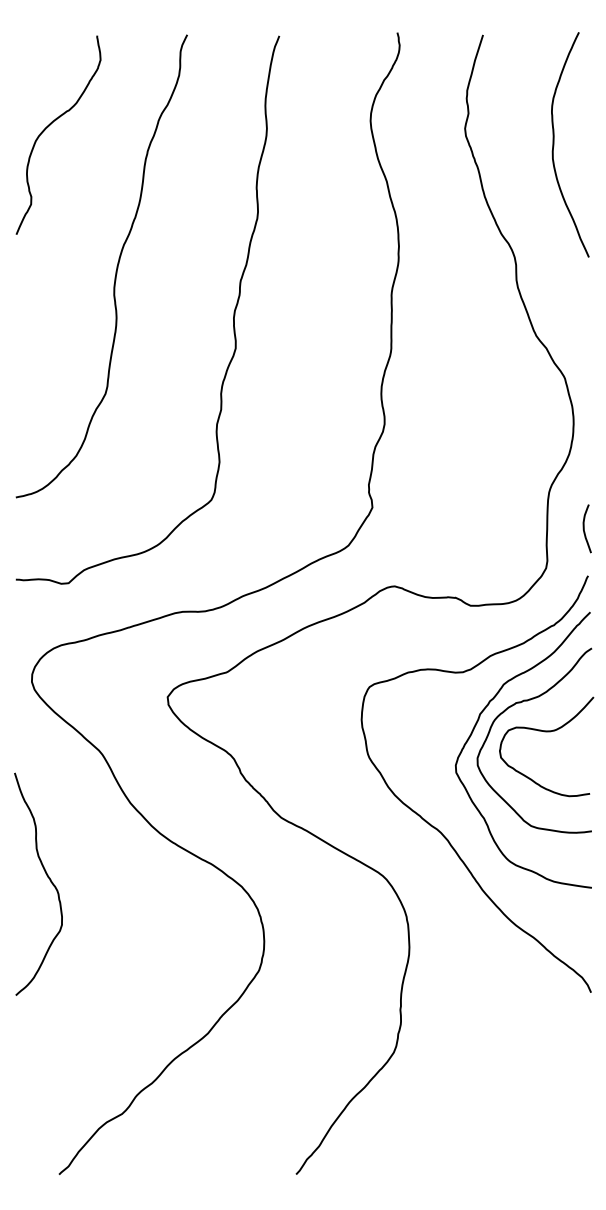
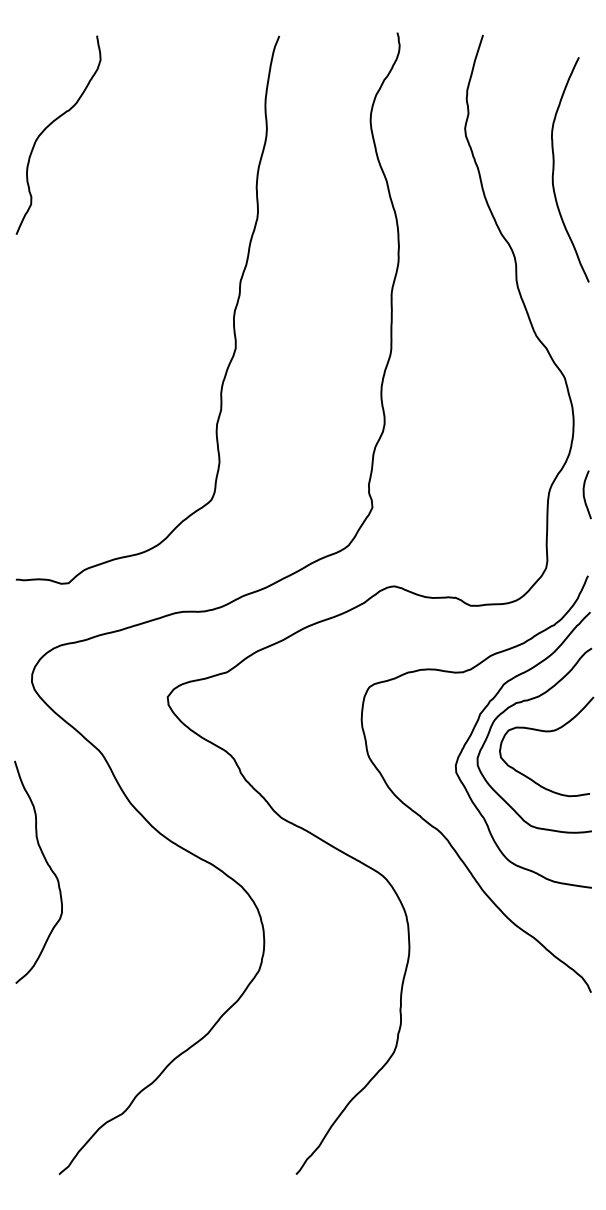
curve at (554, 144) position: (554, 144) -> (554, 169)
curve at (115, 271): present -> none
curve at (584, 528) position: (584, 528) -> (584, 494)
curve at (47, 877) position: (47, 877) -> (47, 865)
